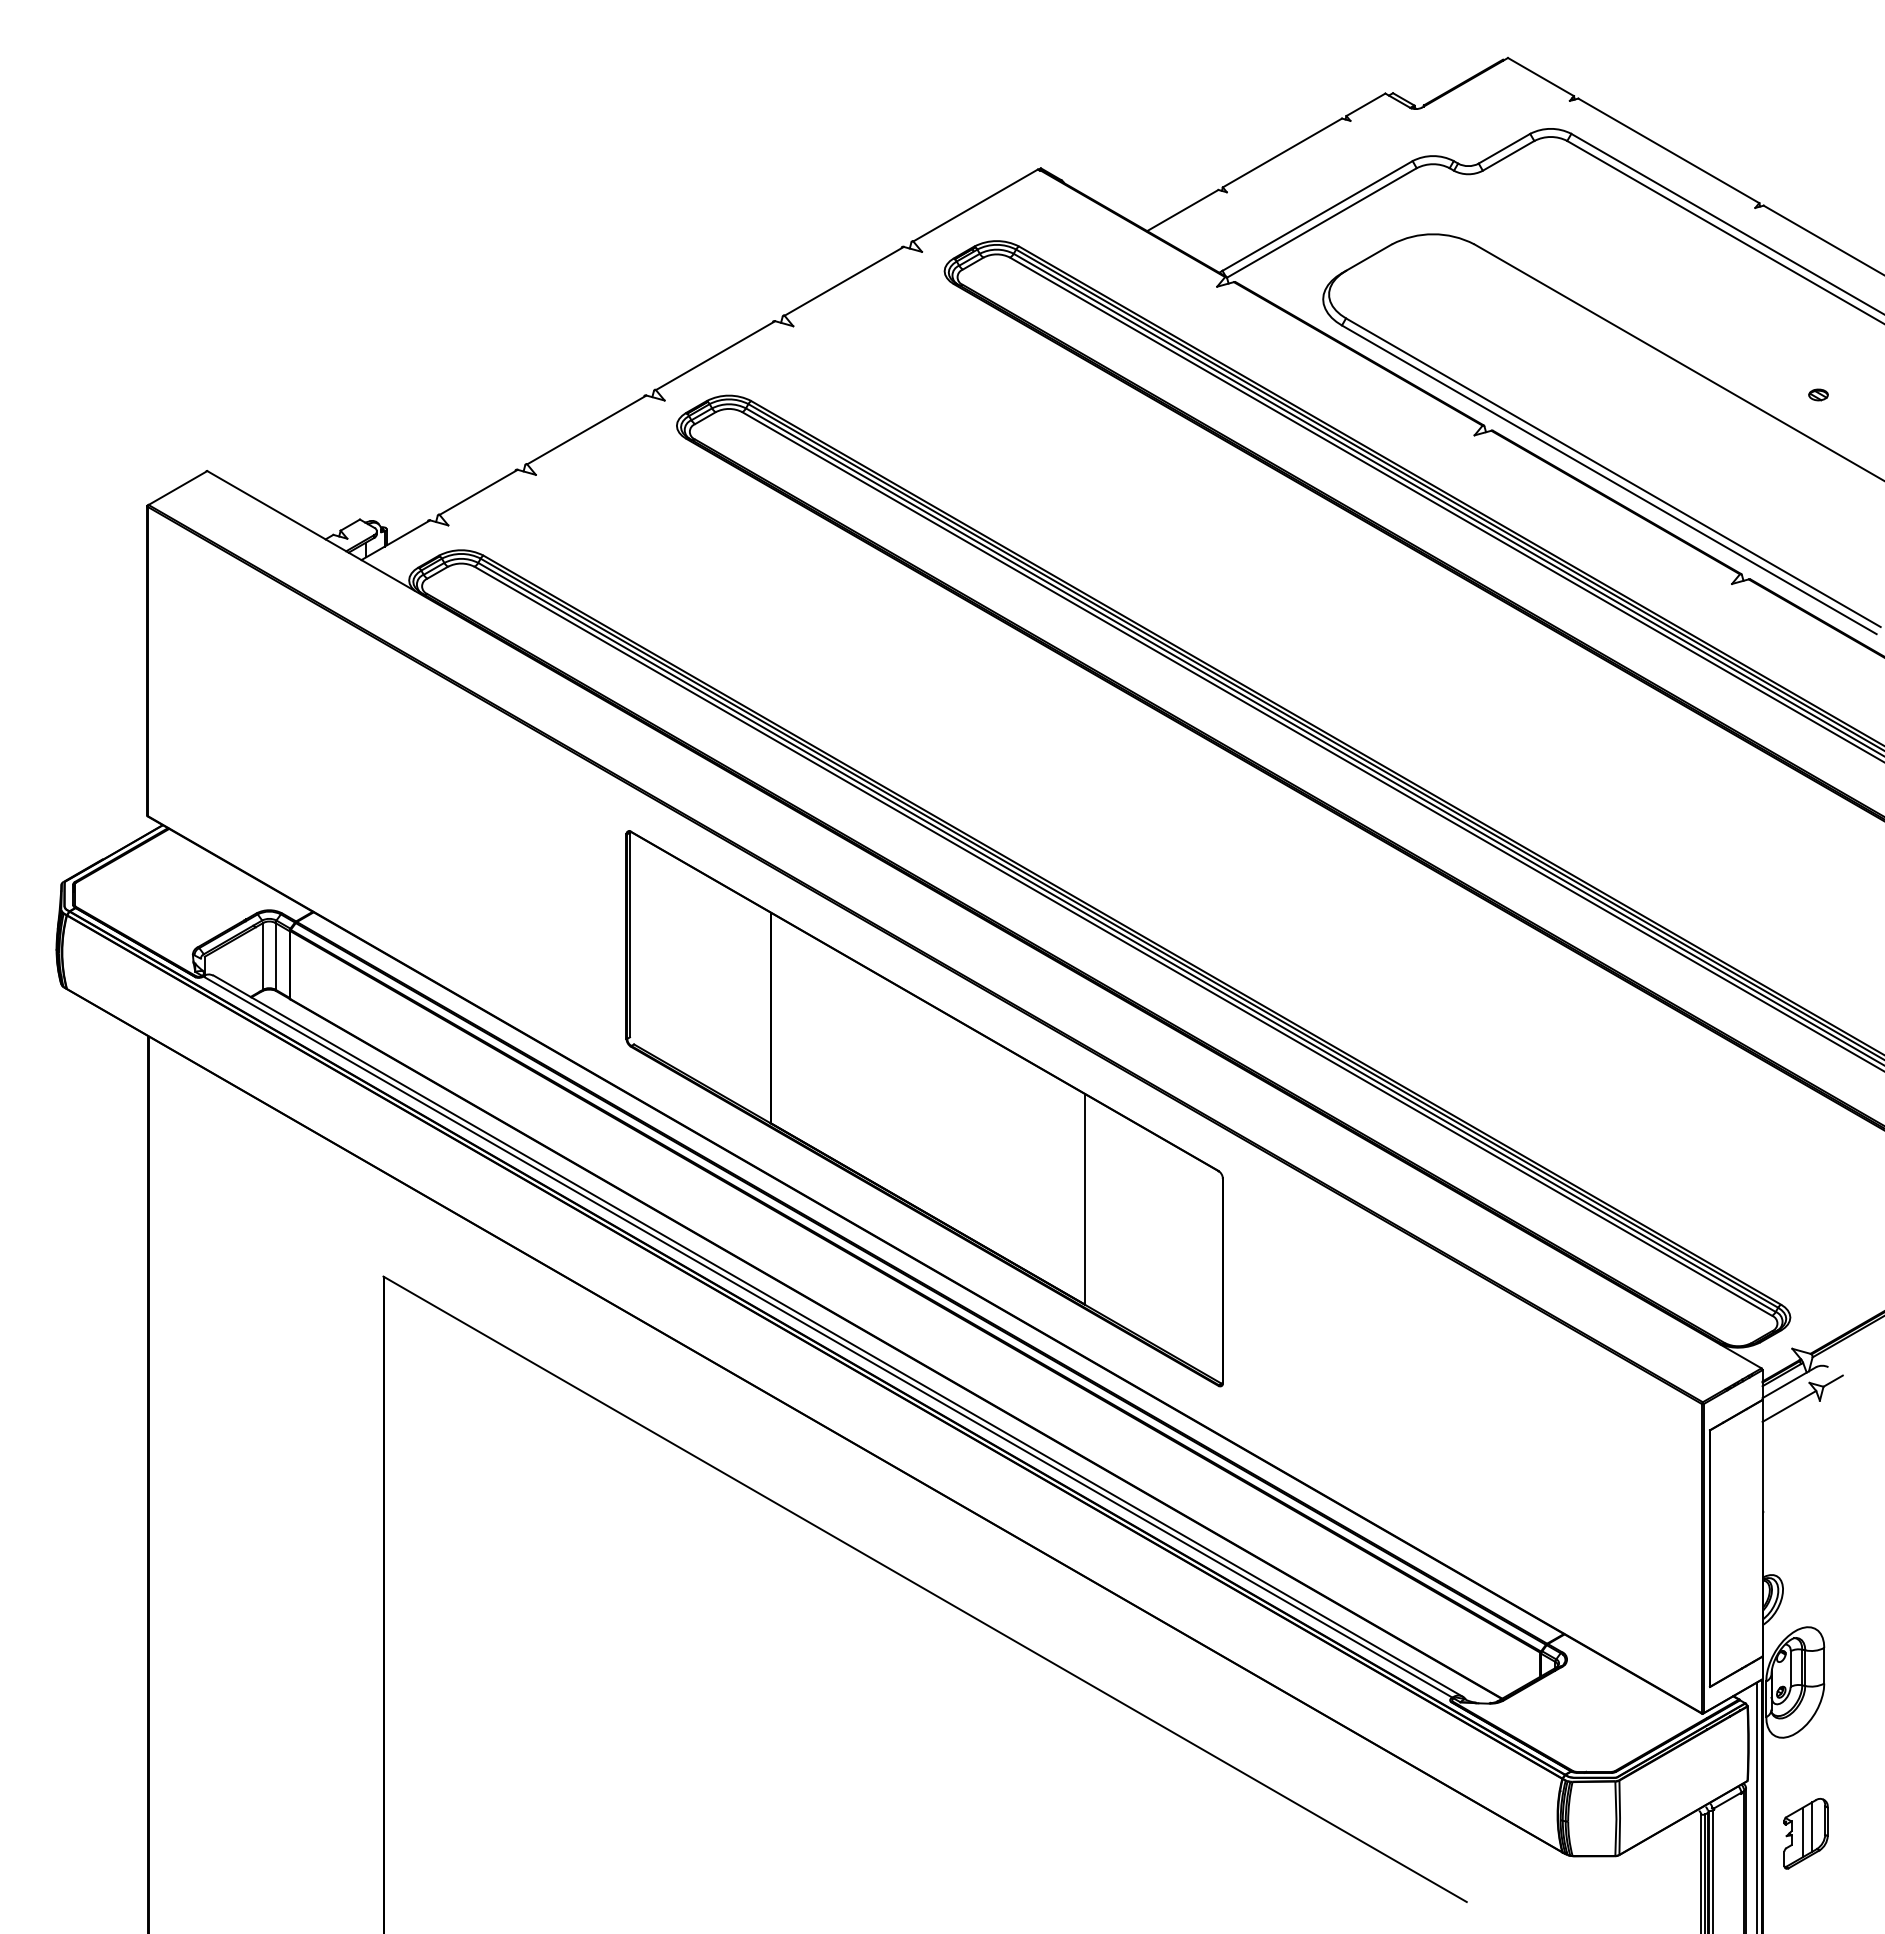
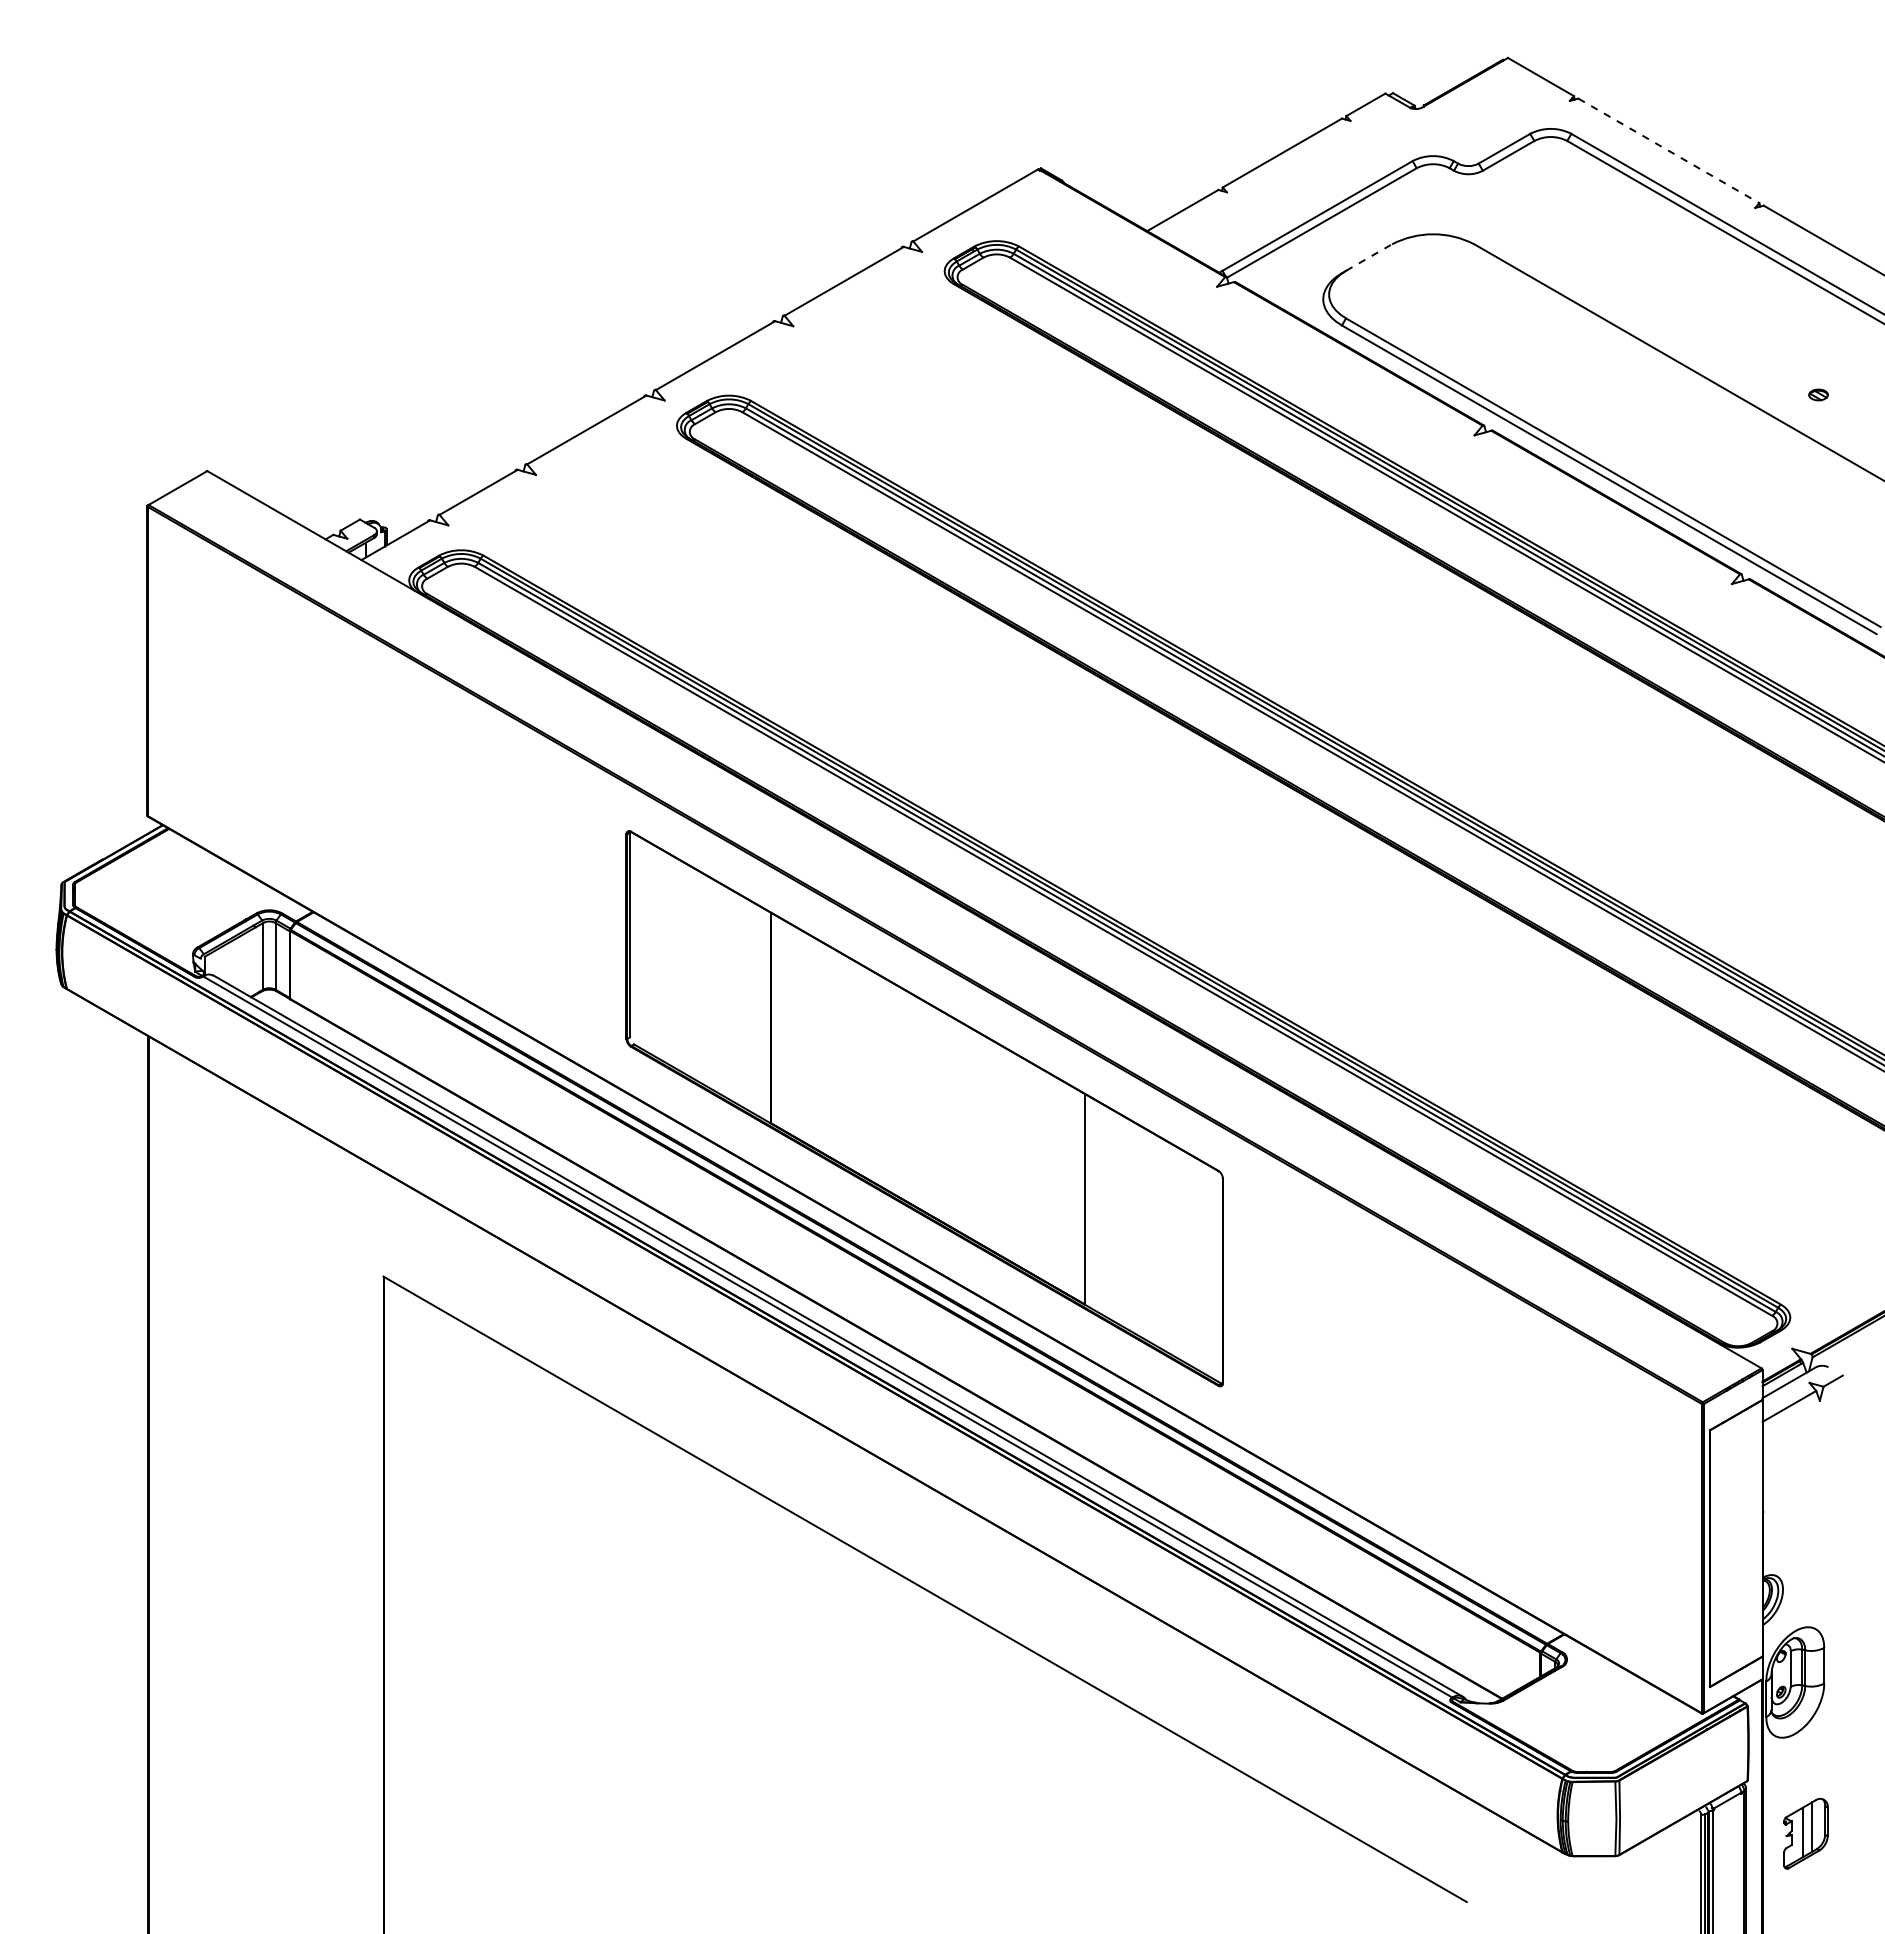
line at (1669, 151): solid -> dashed
line at (1369, 257): solid -> dashed
line at (1757, 1806): present -> none
